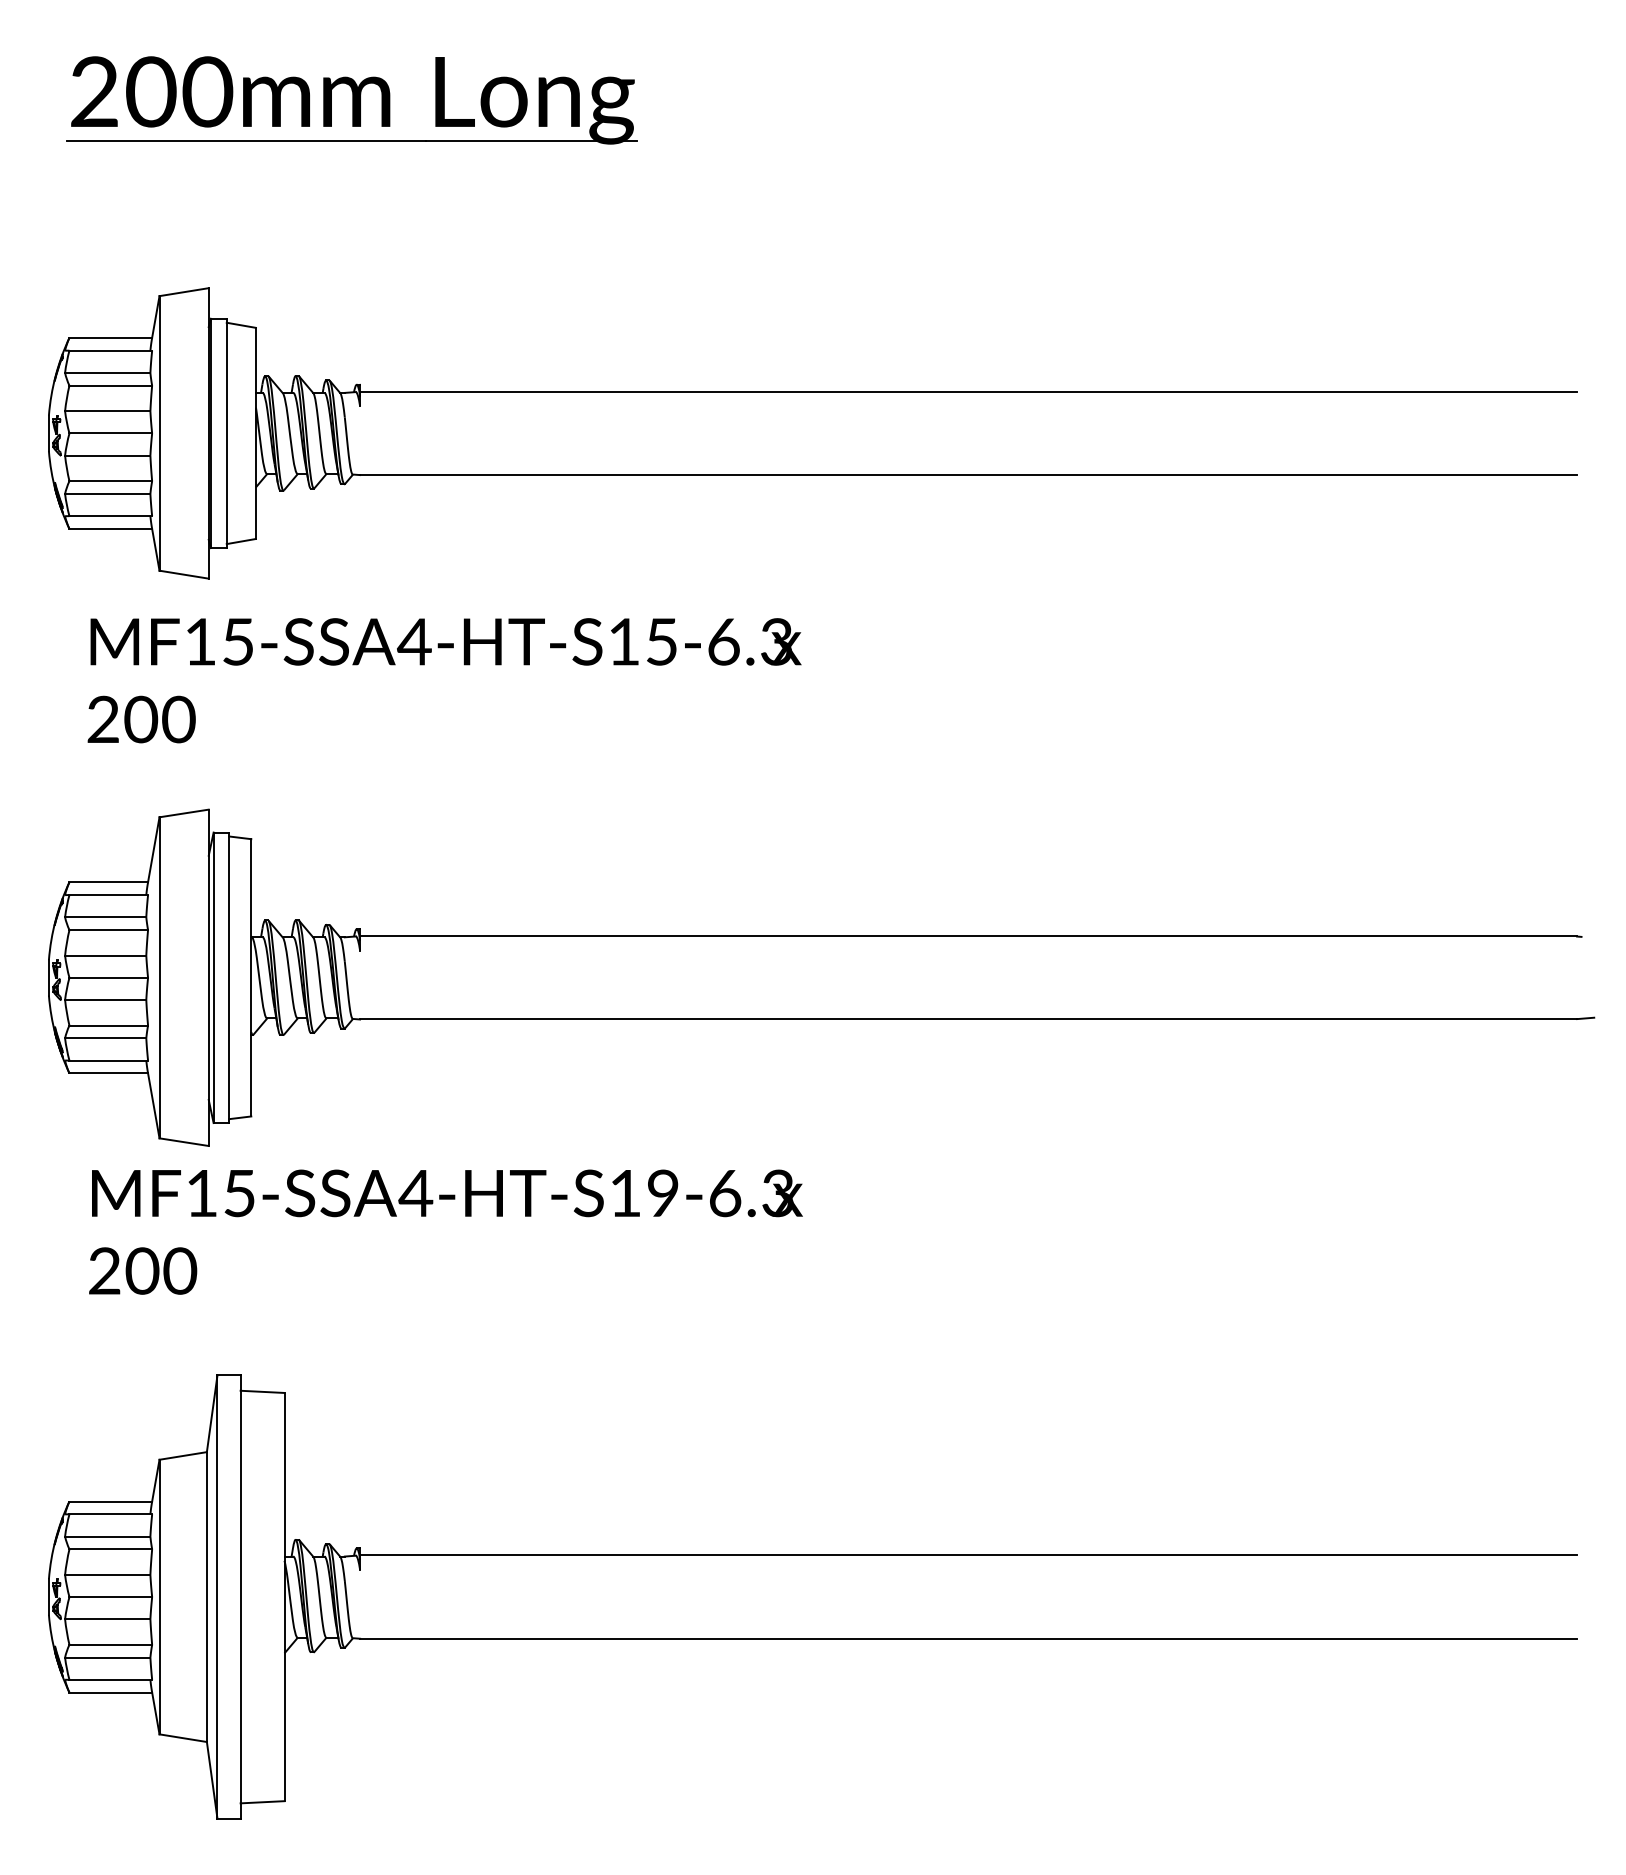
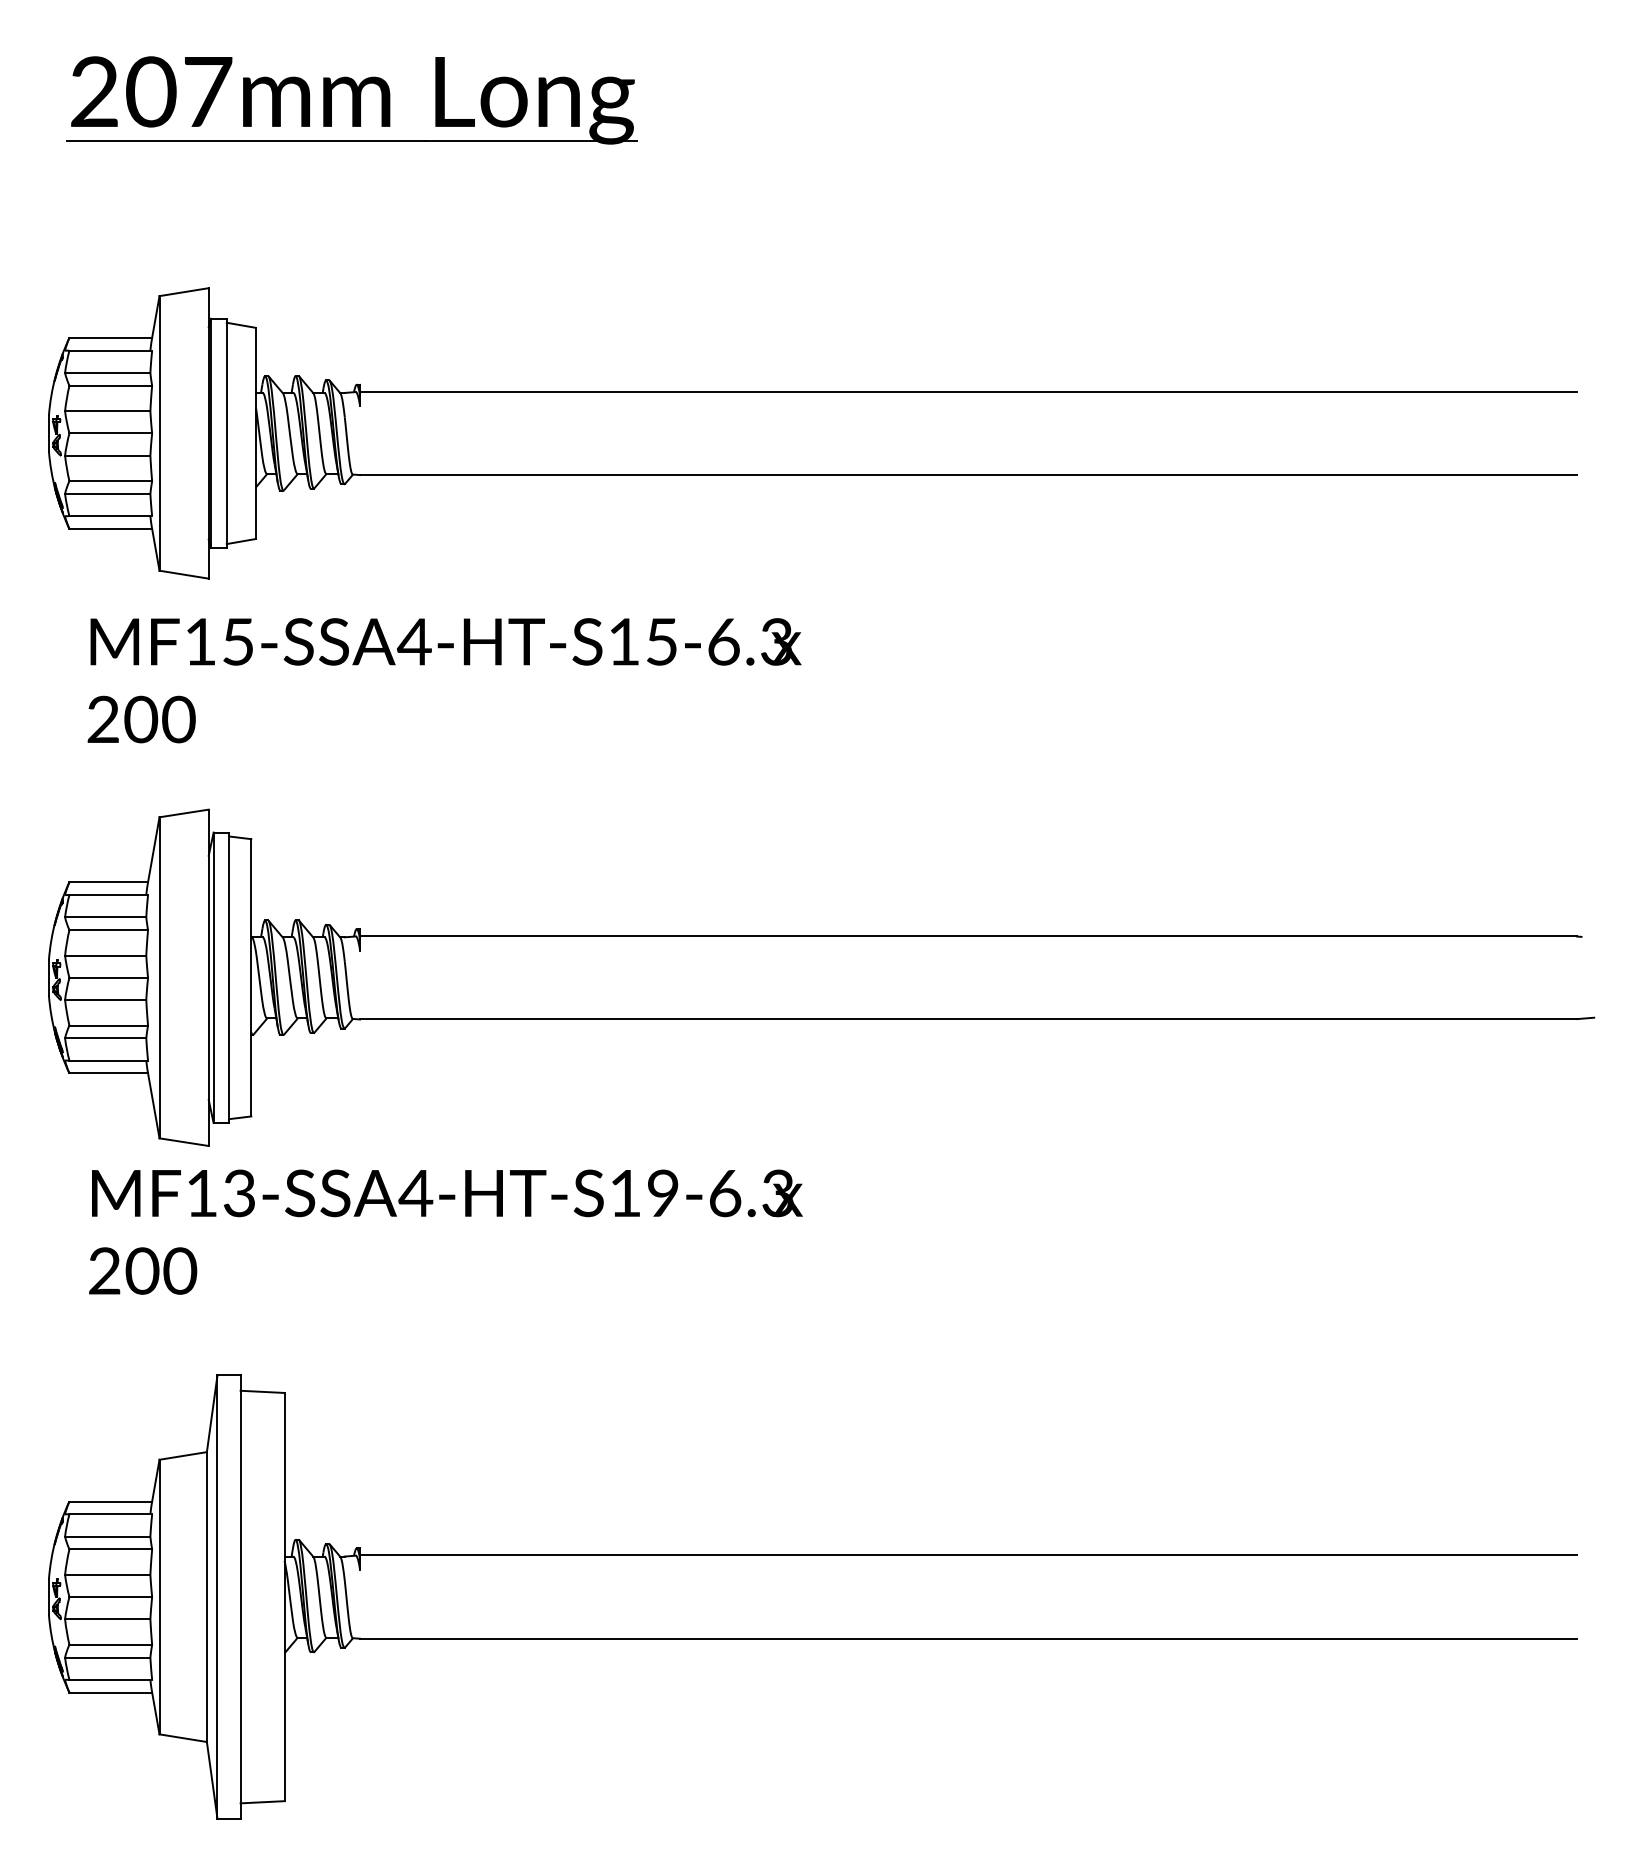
text at (207, 91): 200mm -> 207mm
text at (238, 1193): MF15-SSA4-HT-S19-6.3 -> MF13-SSA4-HT-S19-6.3
